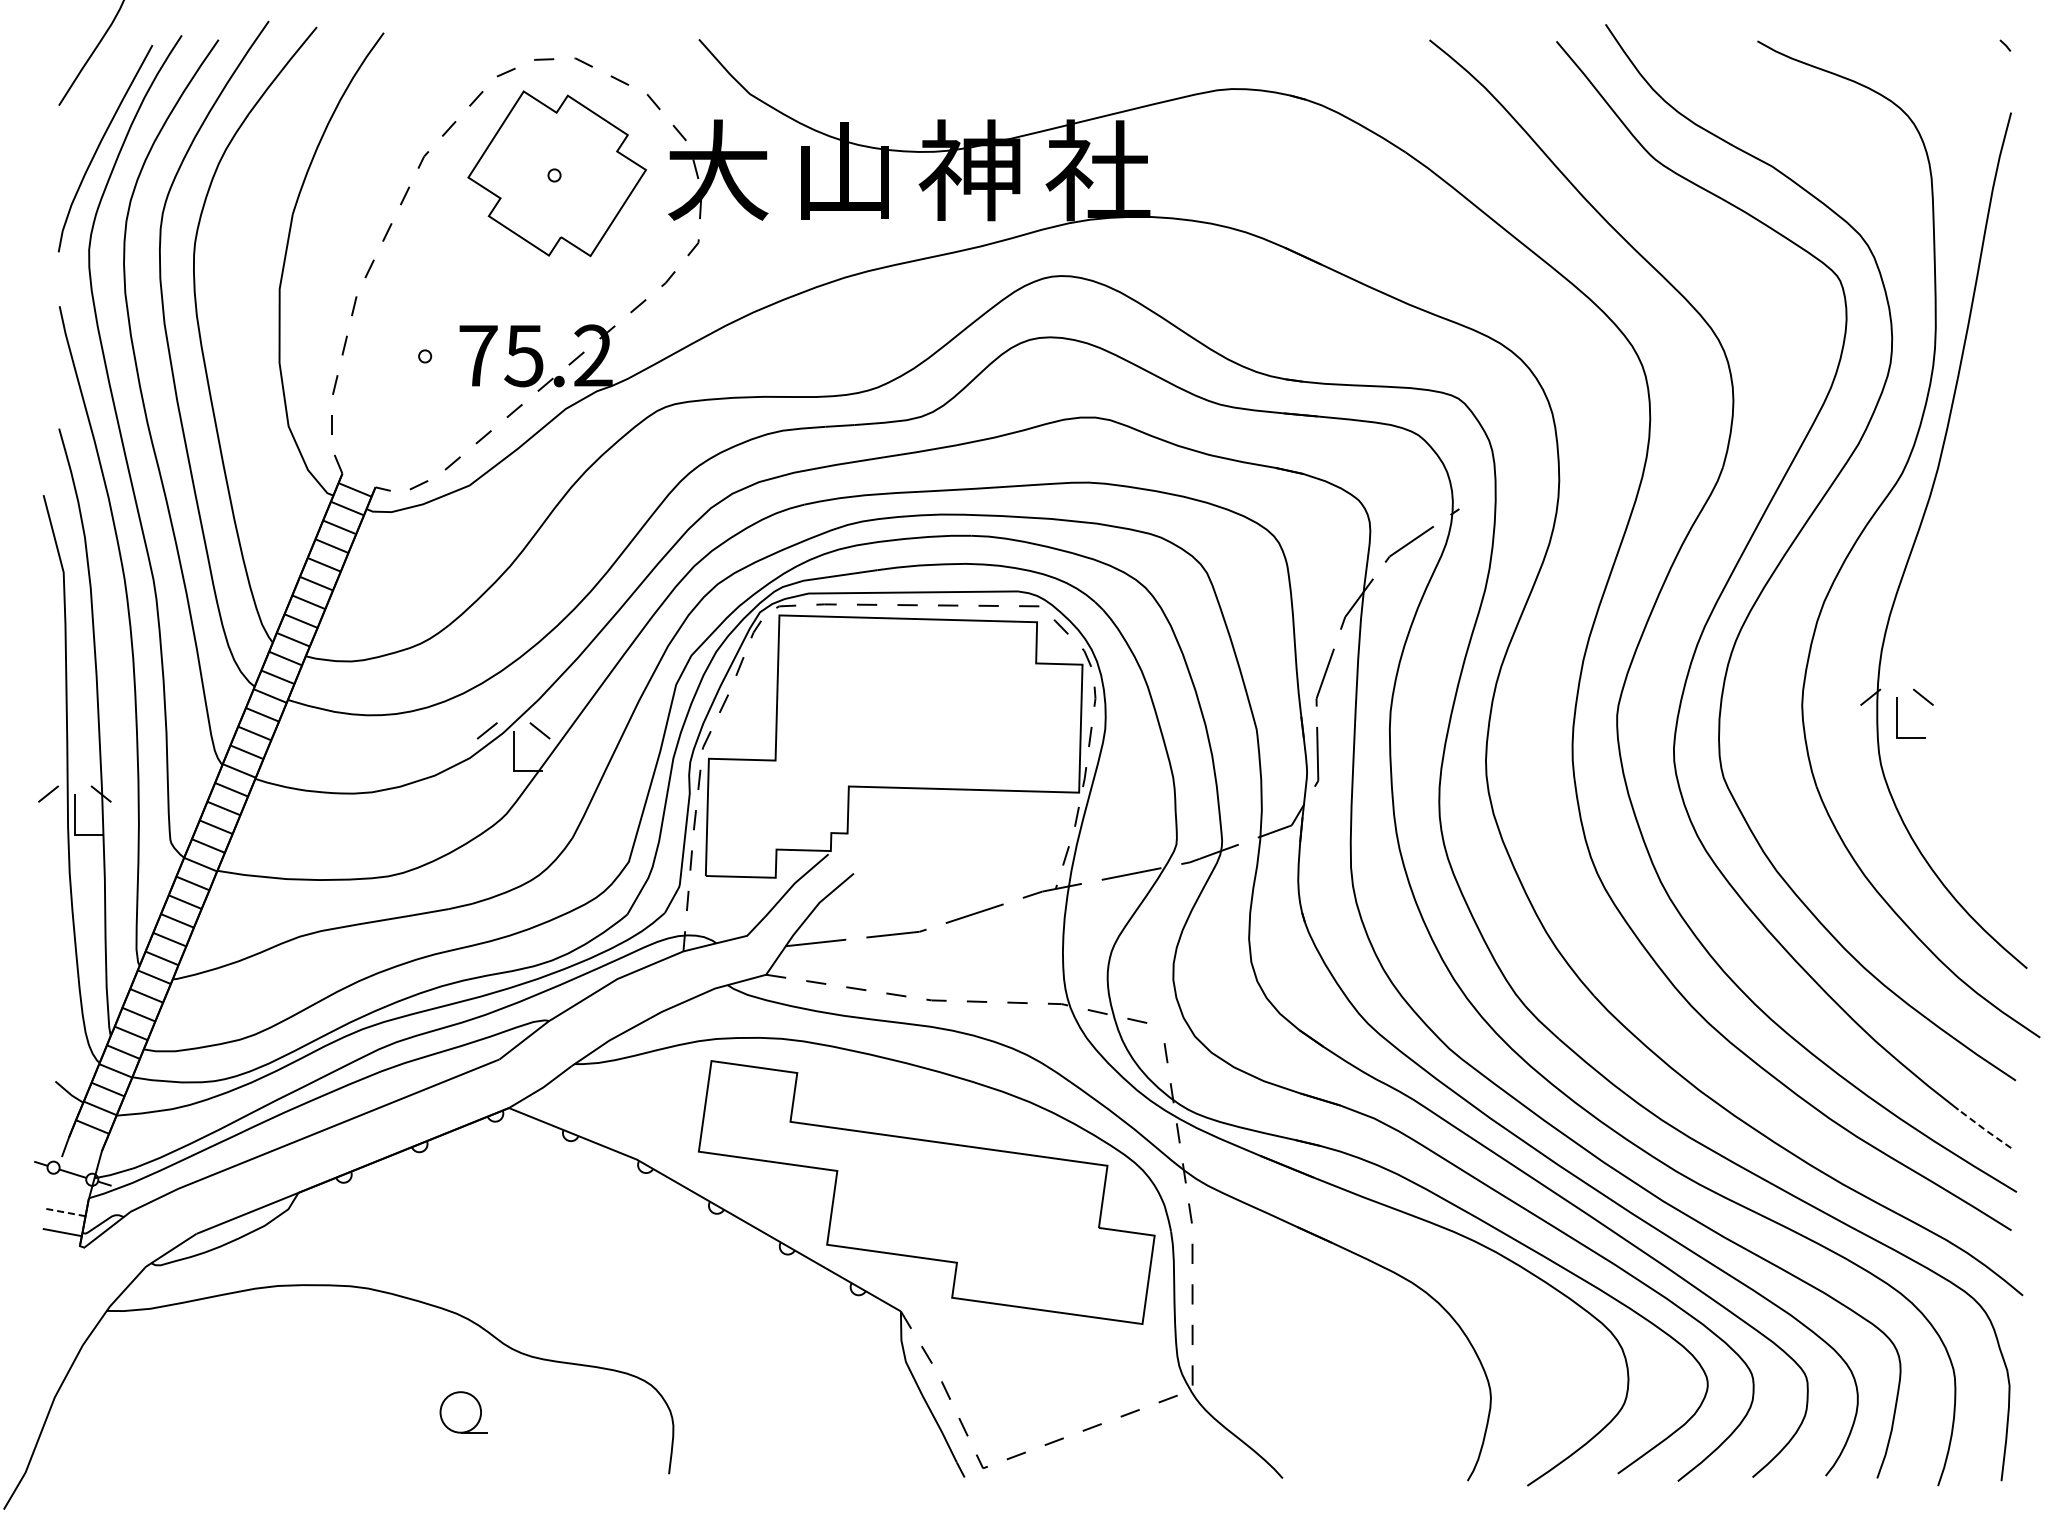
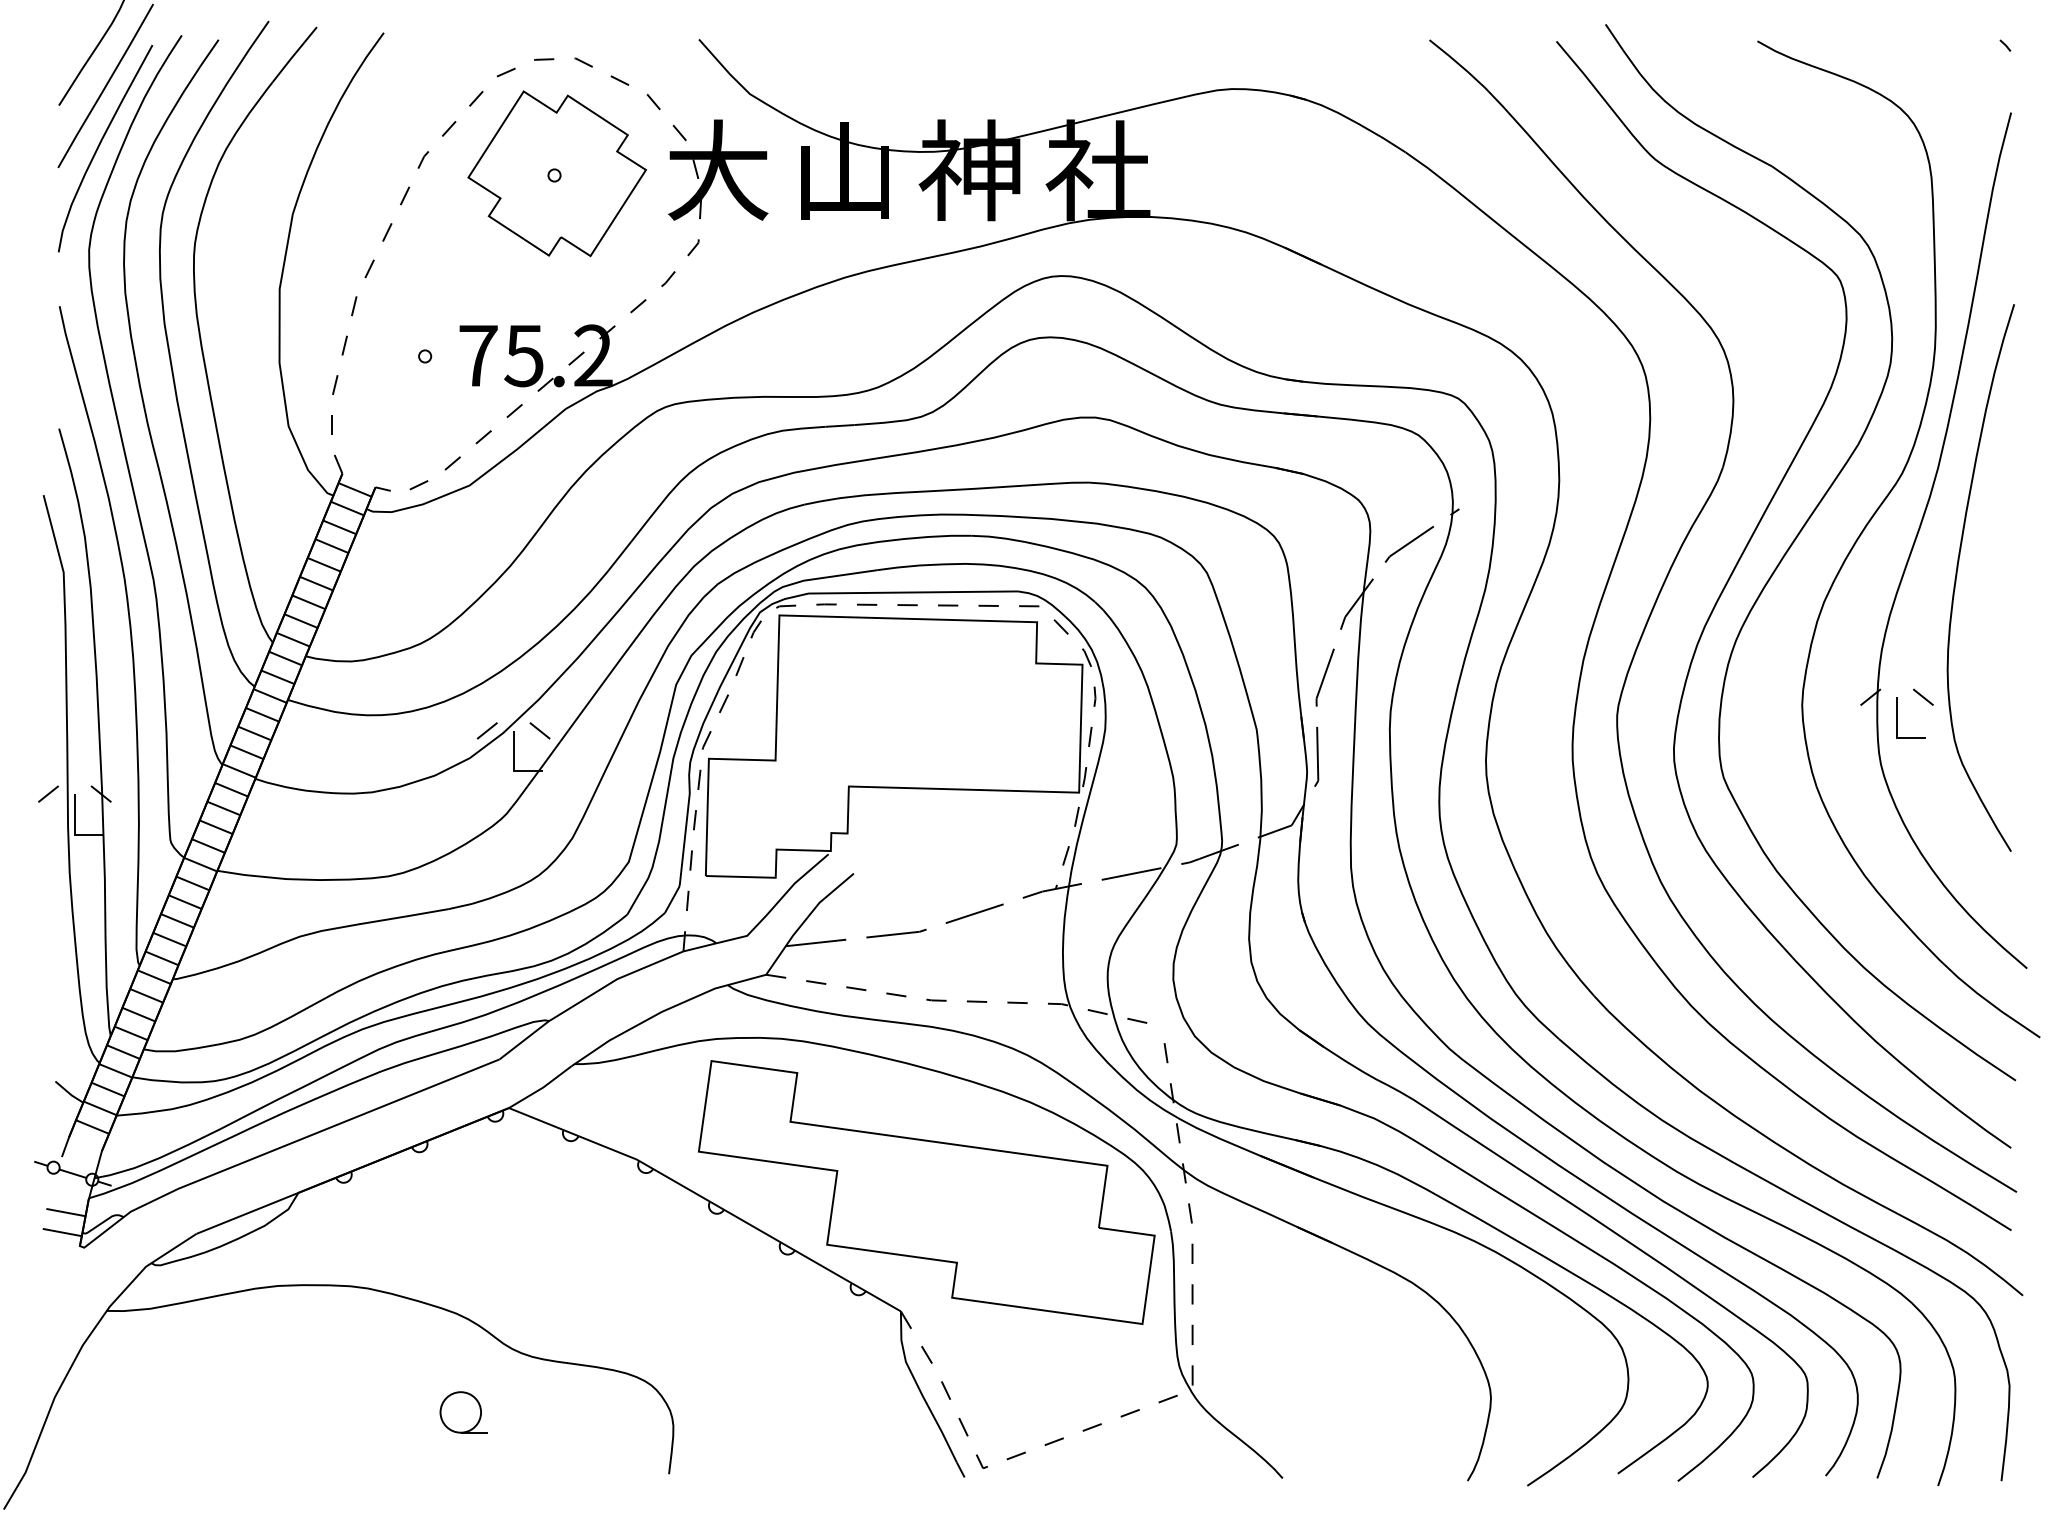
line at (105, 85): none -> present
curve at (1957, 575): none -> present
line at (1984, 1129): dashed -> solid
line at (65, 1212): dashed -> solid
